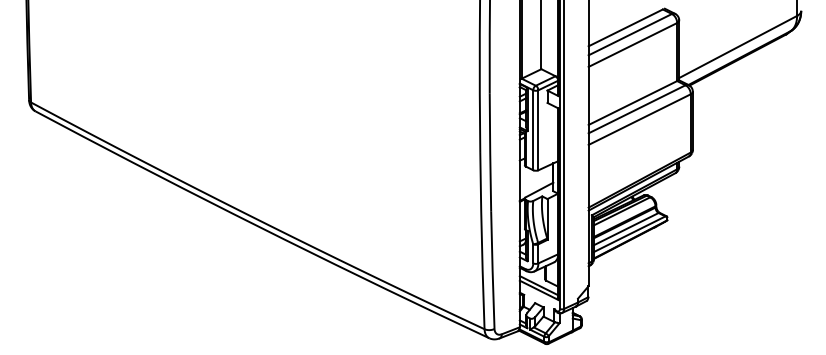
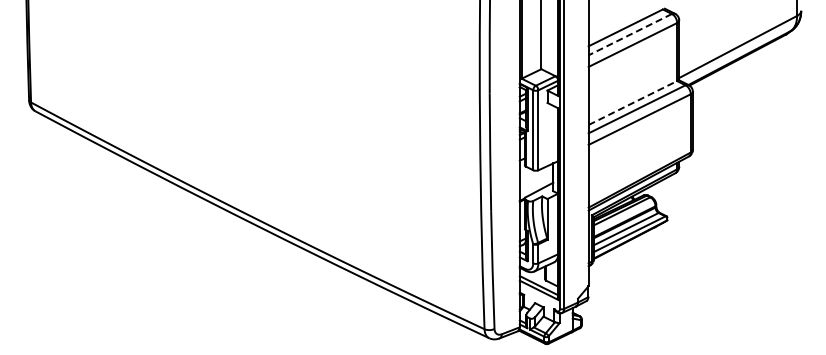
line at (629, 34): solid -> dashed
line at (633, 102): solid -> dashed
